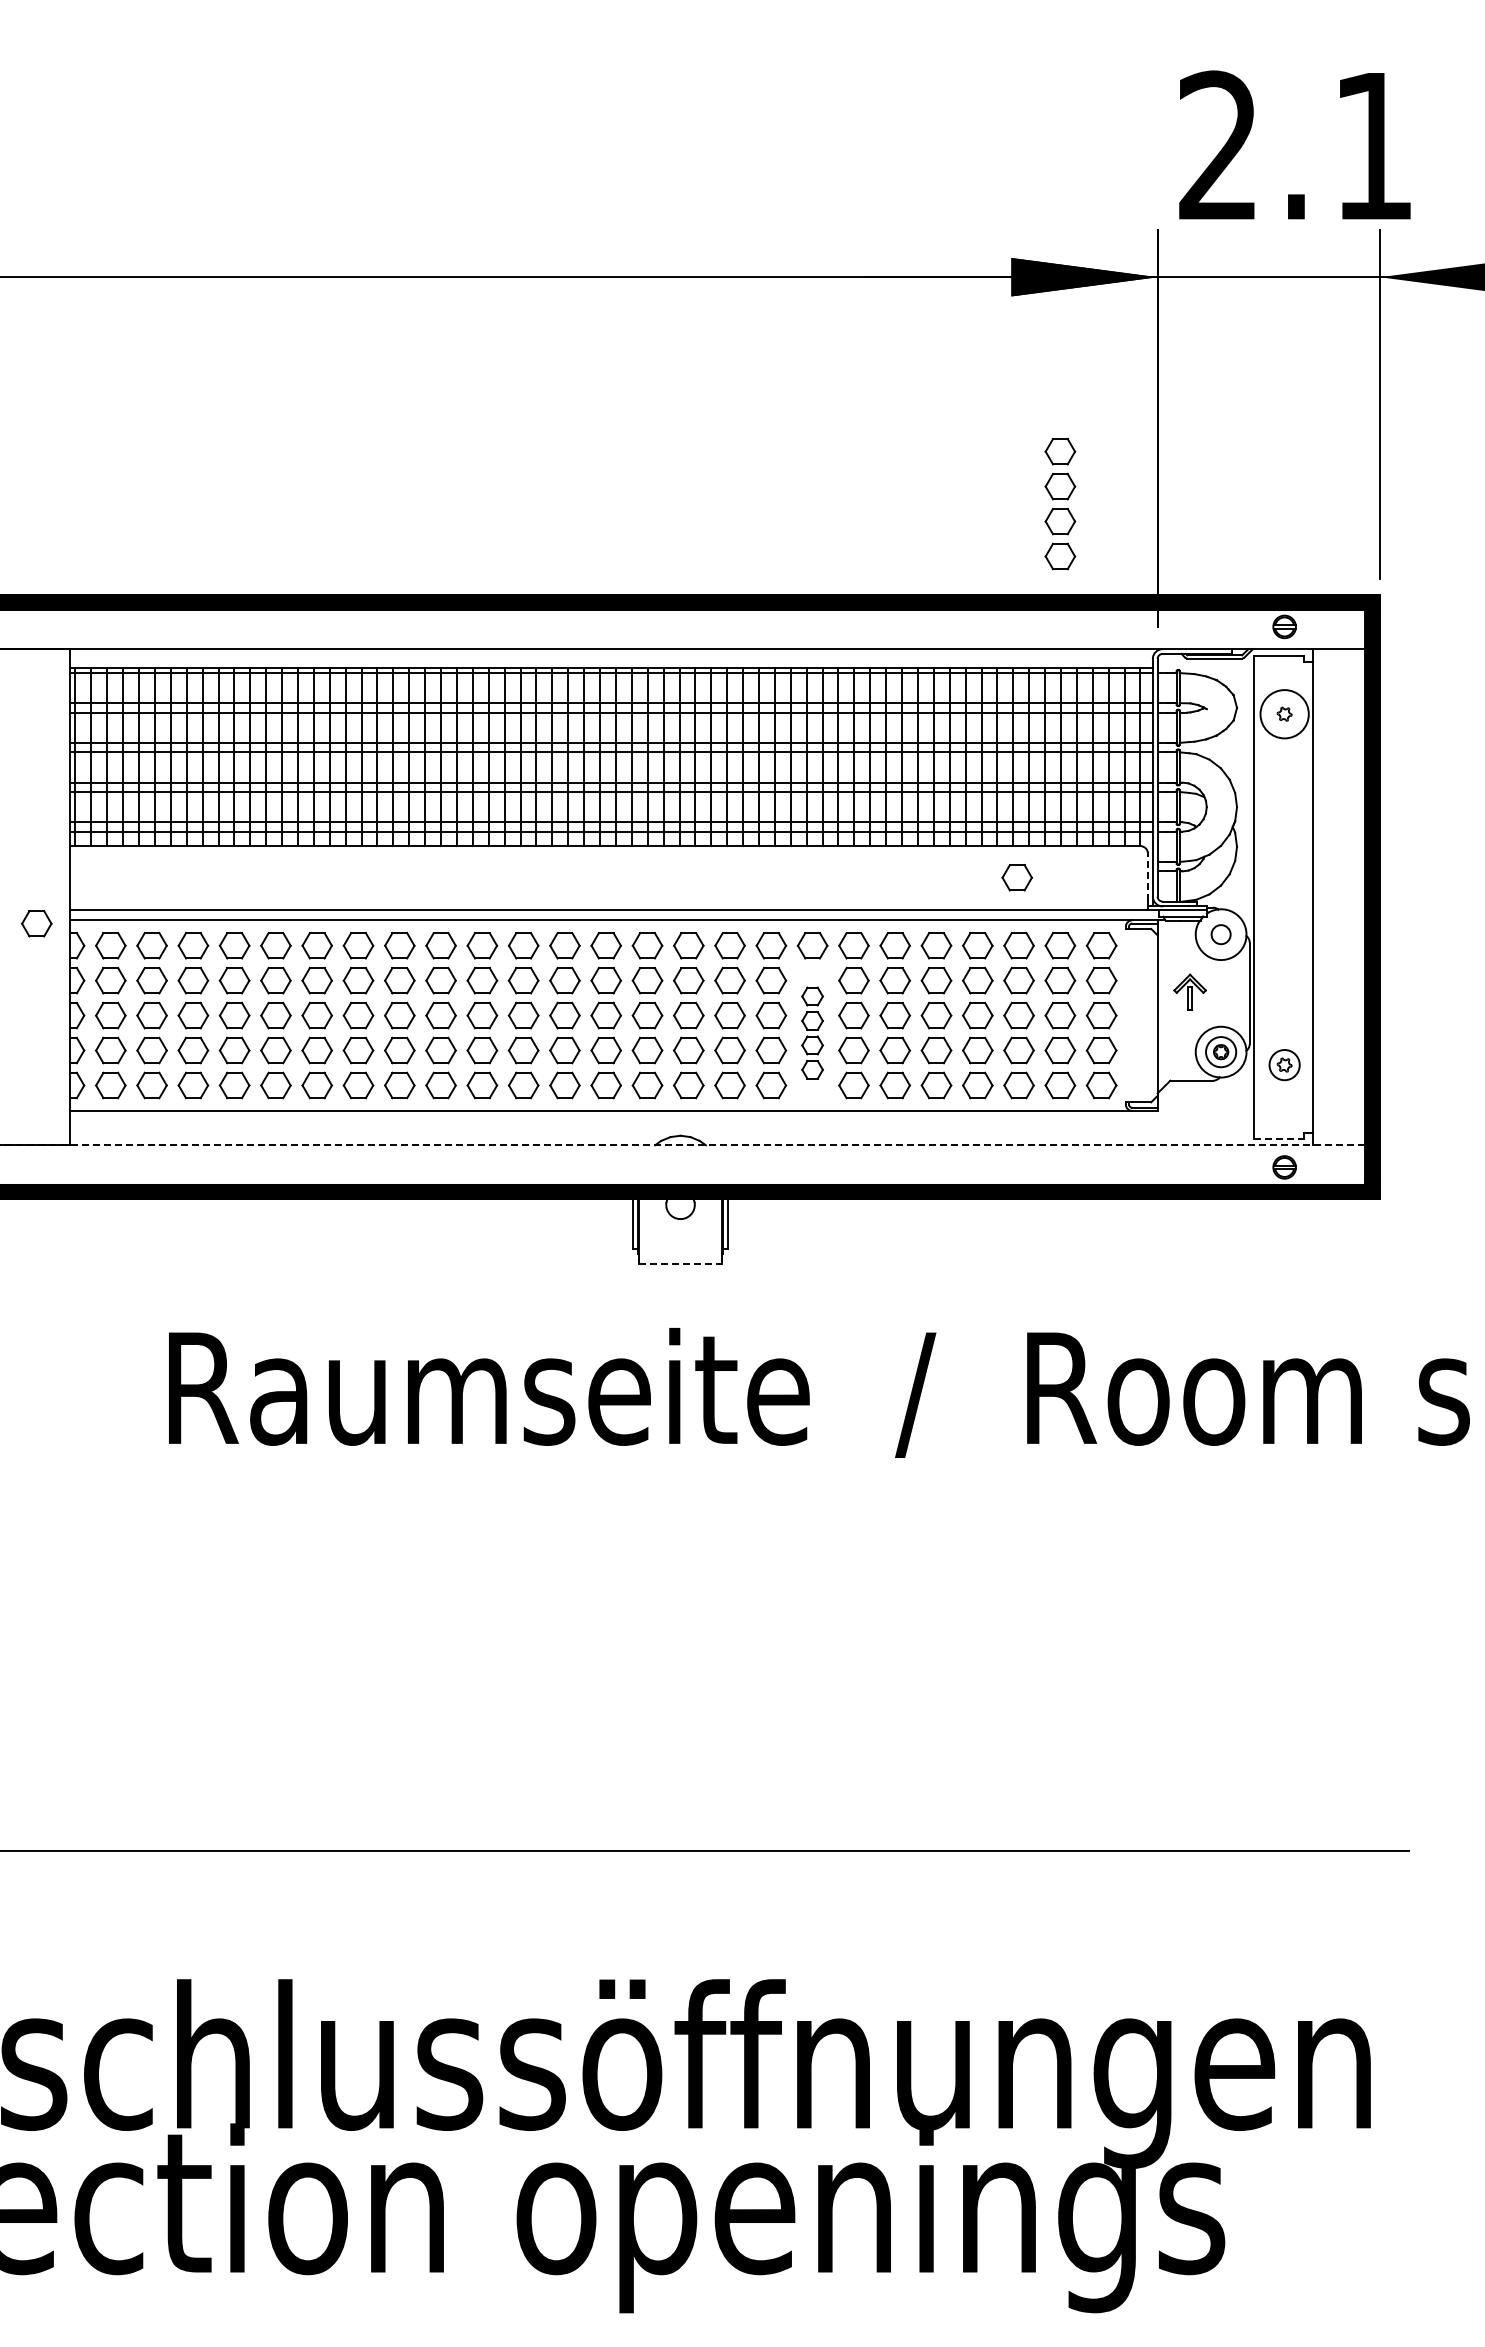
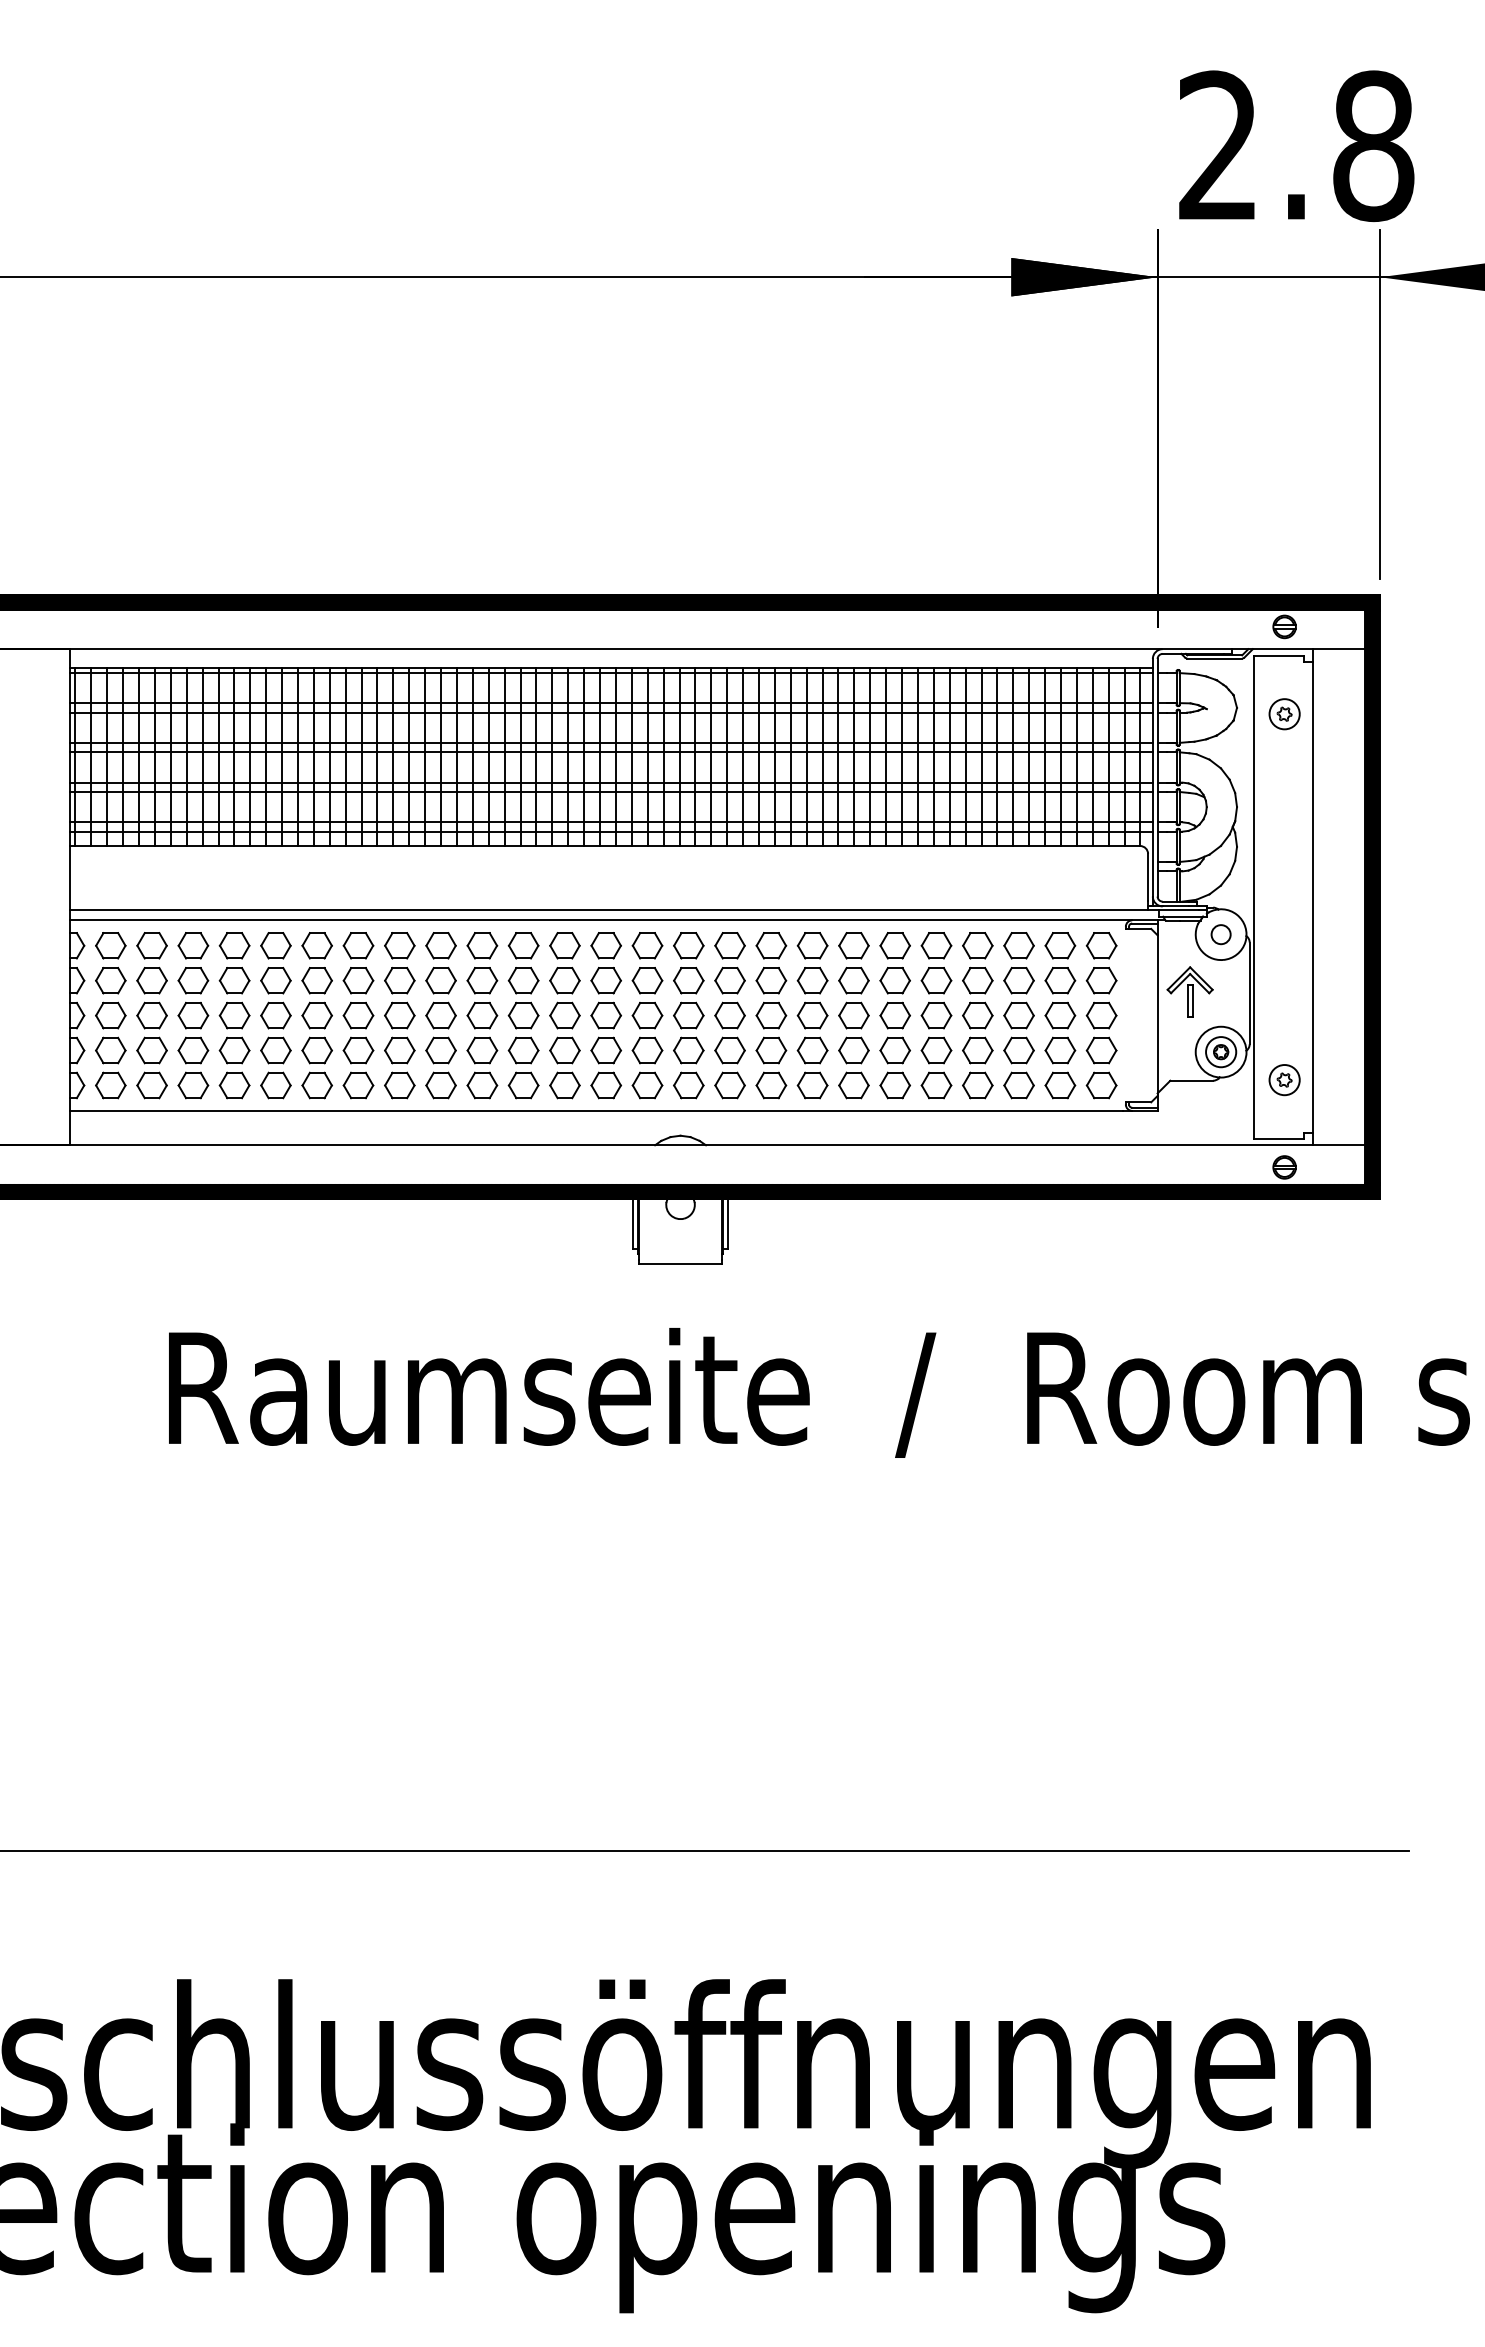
text at (1373, 146): 2.1 -> 2.8
part at (1060, 504): present -> none
circle at (1284, 714) diameter: 48 px -> 30 px
part at (1016, 877): present -> none
line at (1148, 877): dashed -> solid
part at (36, 923): present -> none
part at (1189, 991) size: 34x38 px -> 48x52 px
part at (812, 1032) size: 23x94 px -> 33x133 px
part at (1284, 1065) position: (1284, 1065) -> (1284, 1080)
line at (1279, 1138): dashed -> solid
line at (682, 1145): dashed -> solid
line at (681, 1263): dashed -> solid
